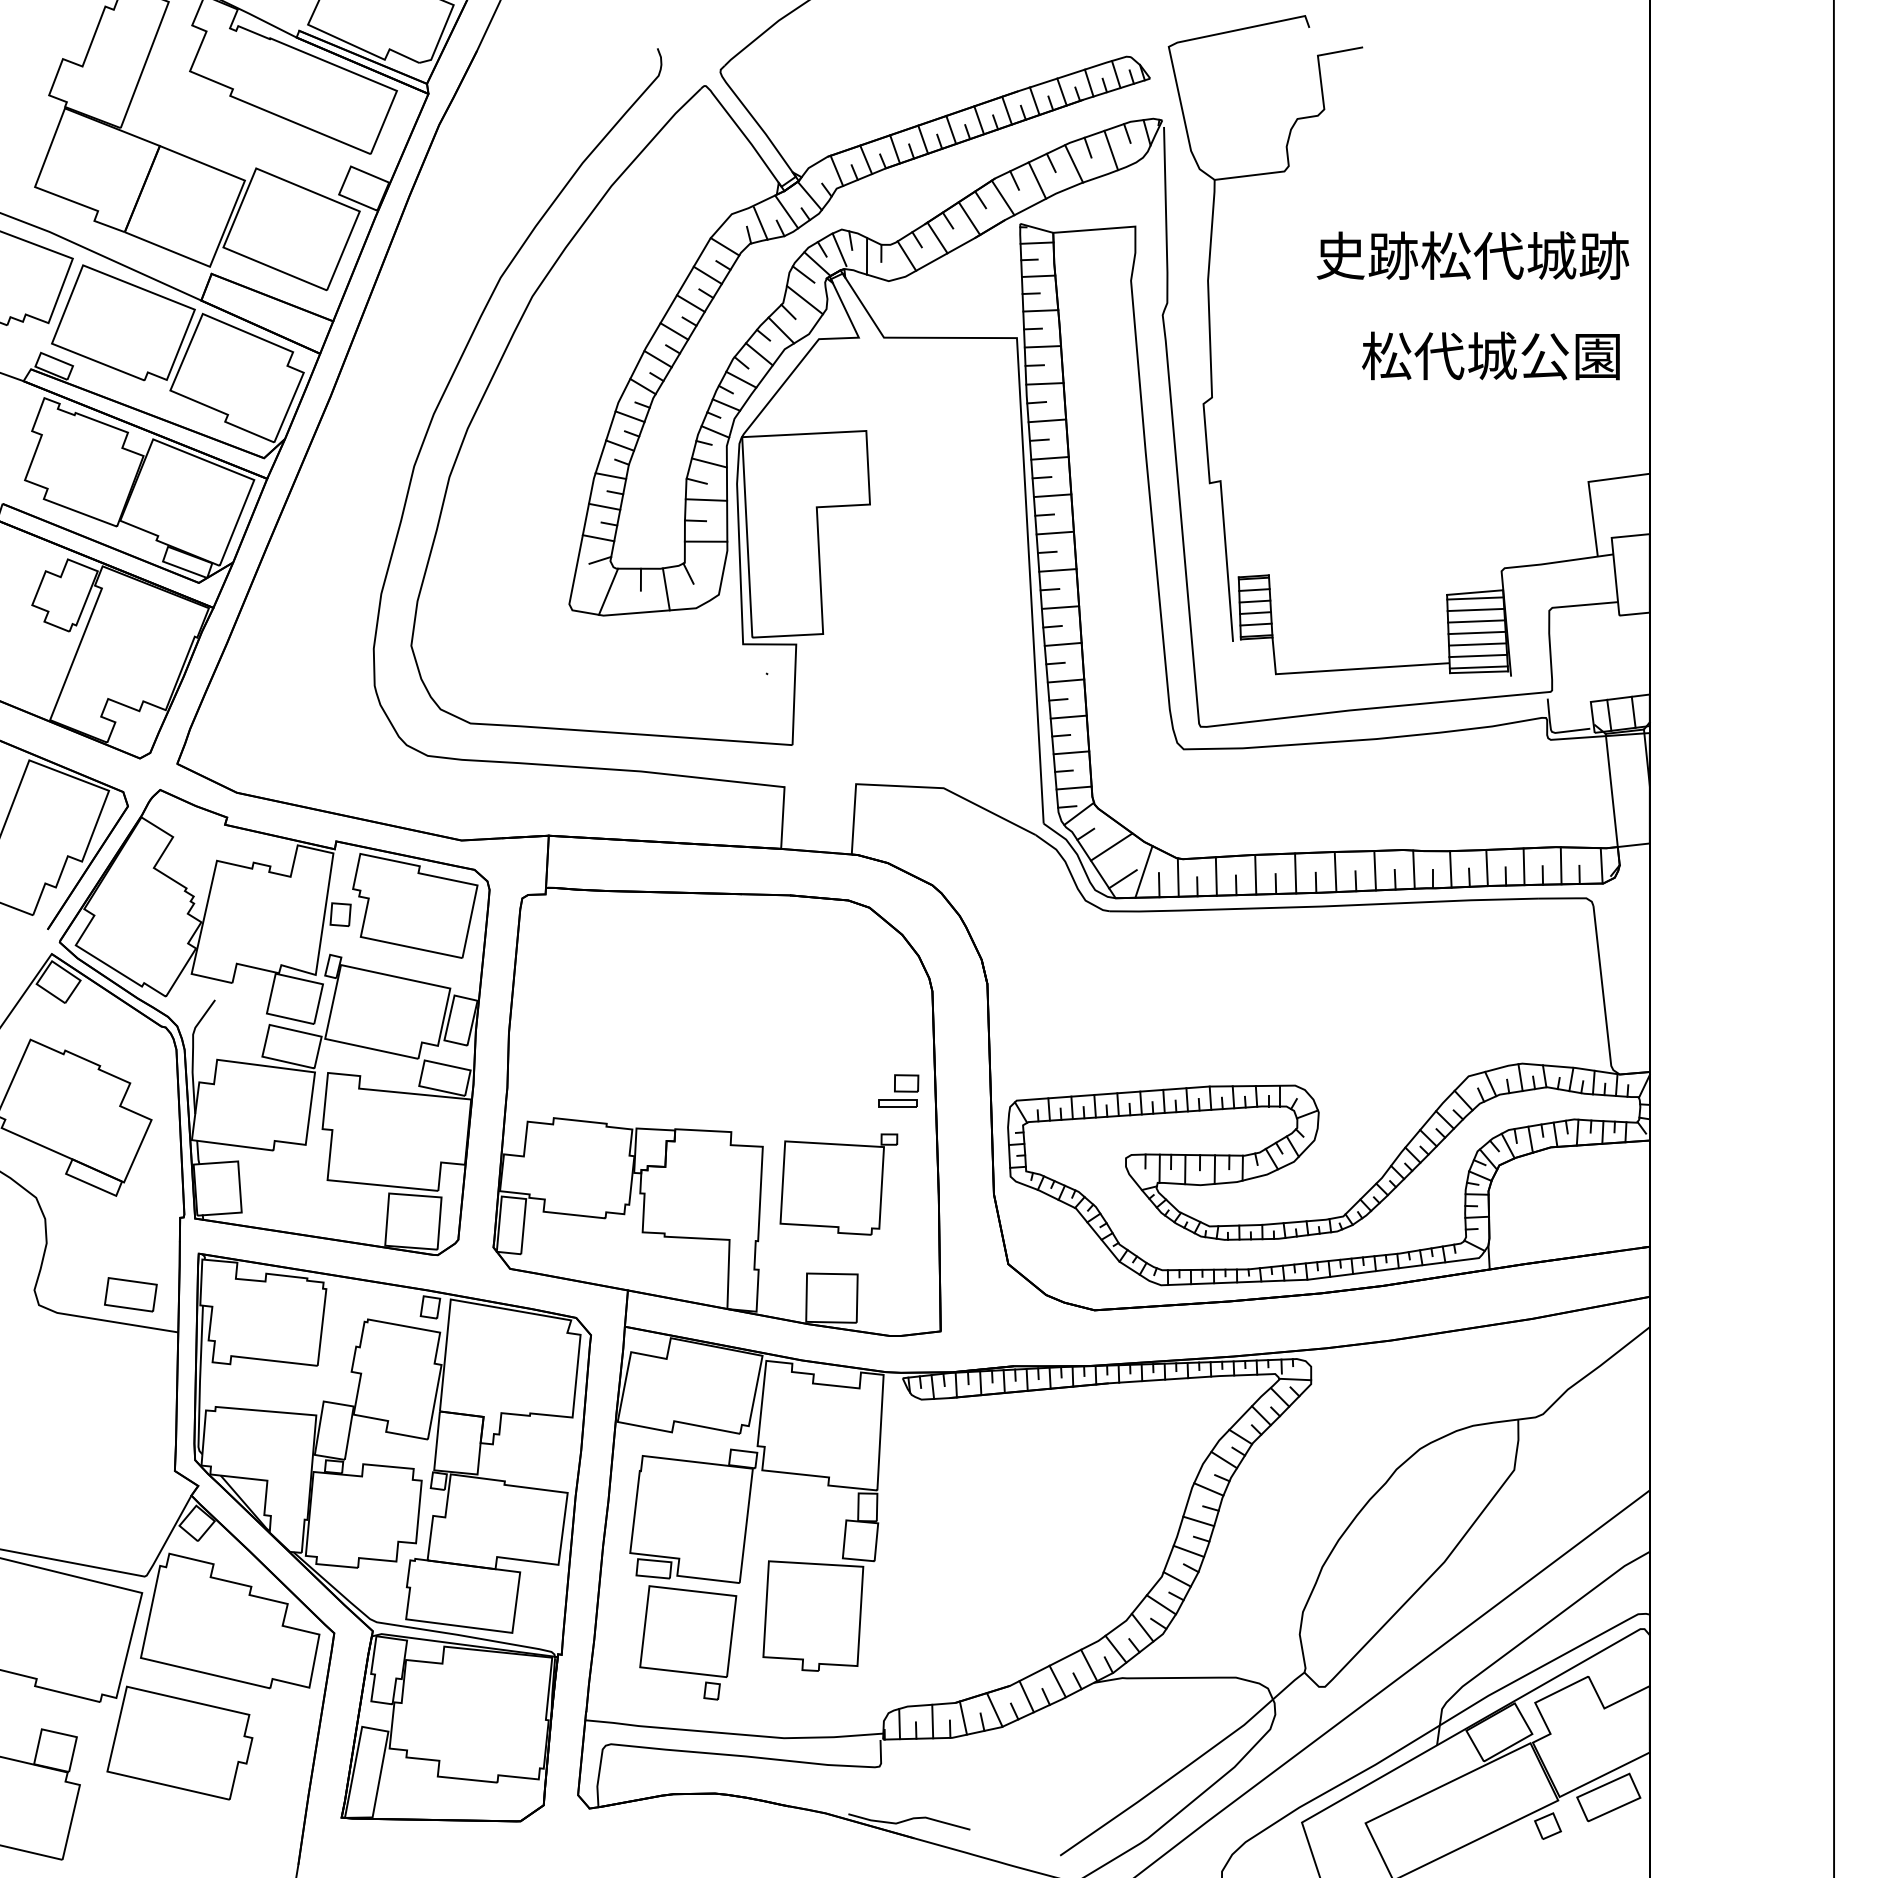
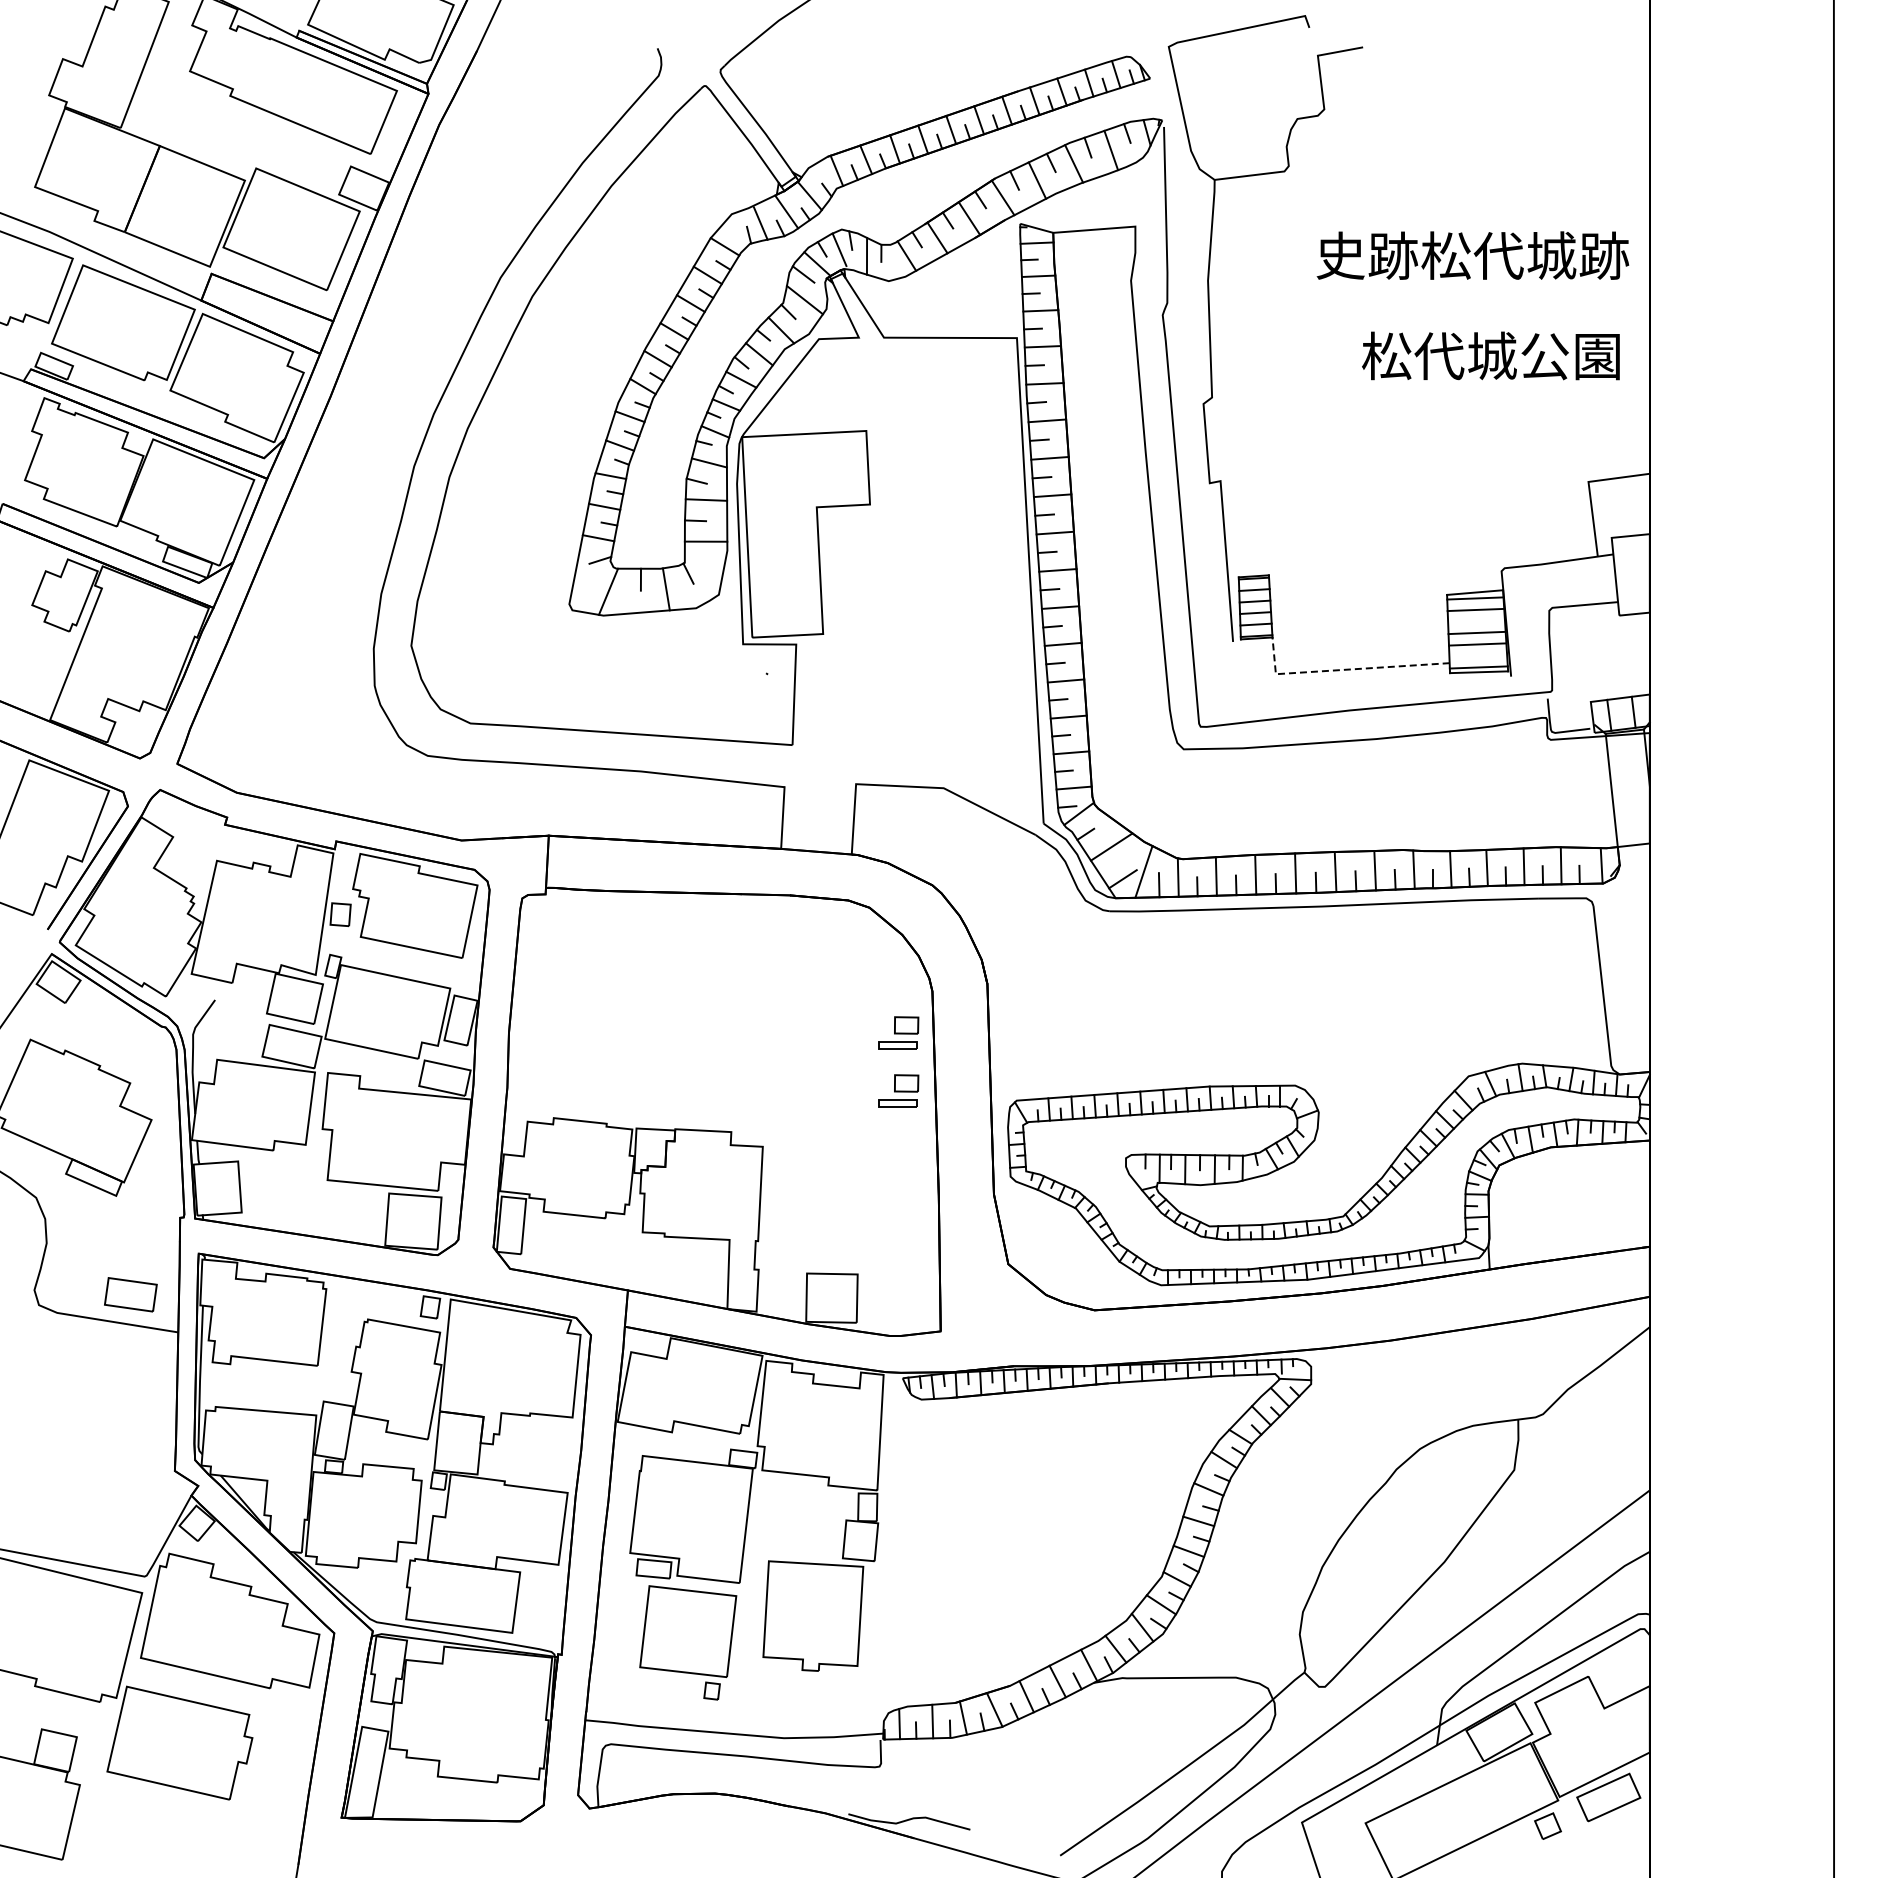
line at (1476, 621): present -> none
line at (1478, 655): present -> none
line at (1343, 669): solid -> dashed
part at (898, 1032): none -> present
part at (838, 1184): present -> none
